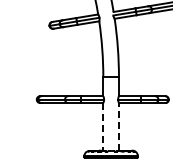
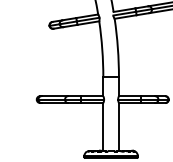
line at (118, 126): dashed -> solid
line at (103, 127): dashed -> solid
